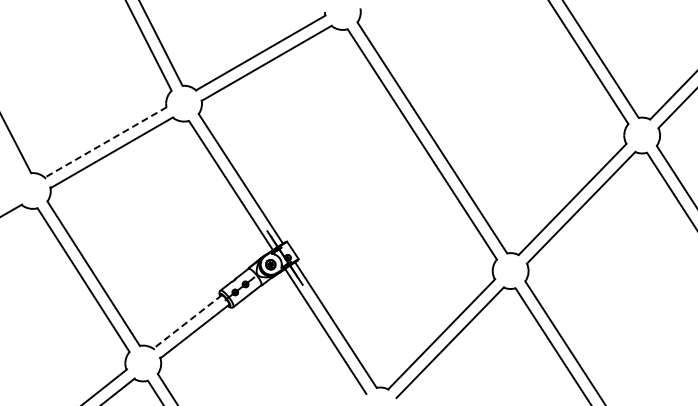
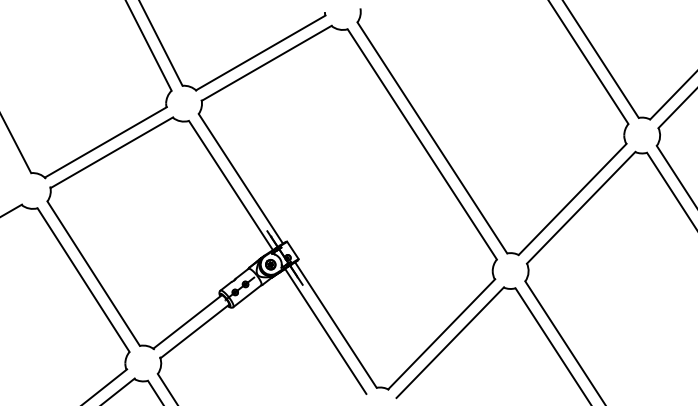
line at (105, 142): dashed -> solid
line at (187, 322): dashed -> solid
